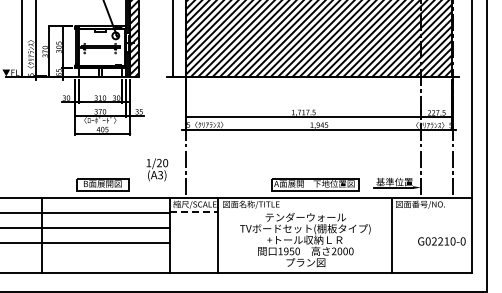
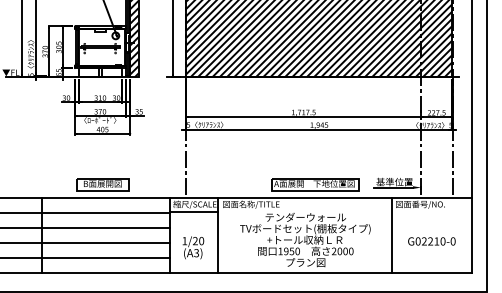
text at (157, 169) position: (157, 169) -> (193, 247)
line at (194, 212): dashed -> solid
text at (441, 241) position: (441, 241) -> (431, 241)
line at (86, 257): none -> present
